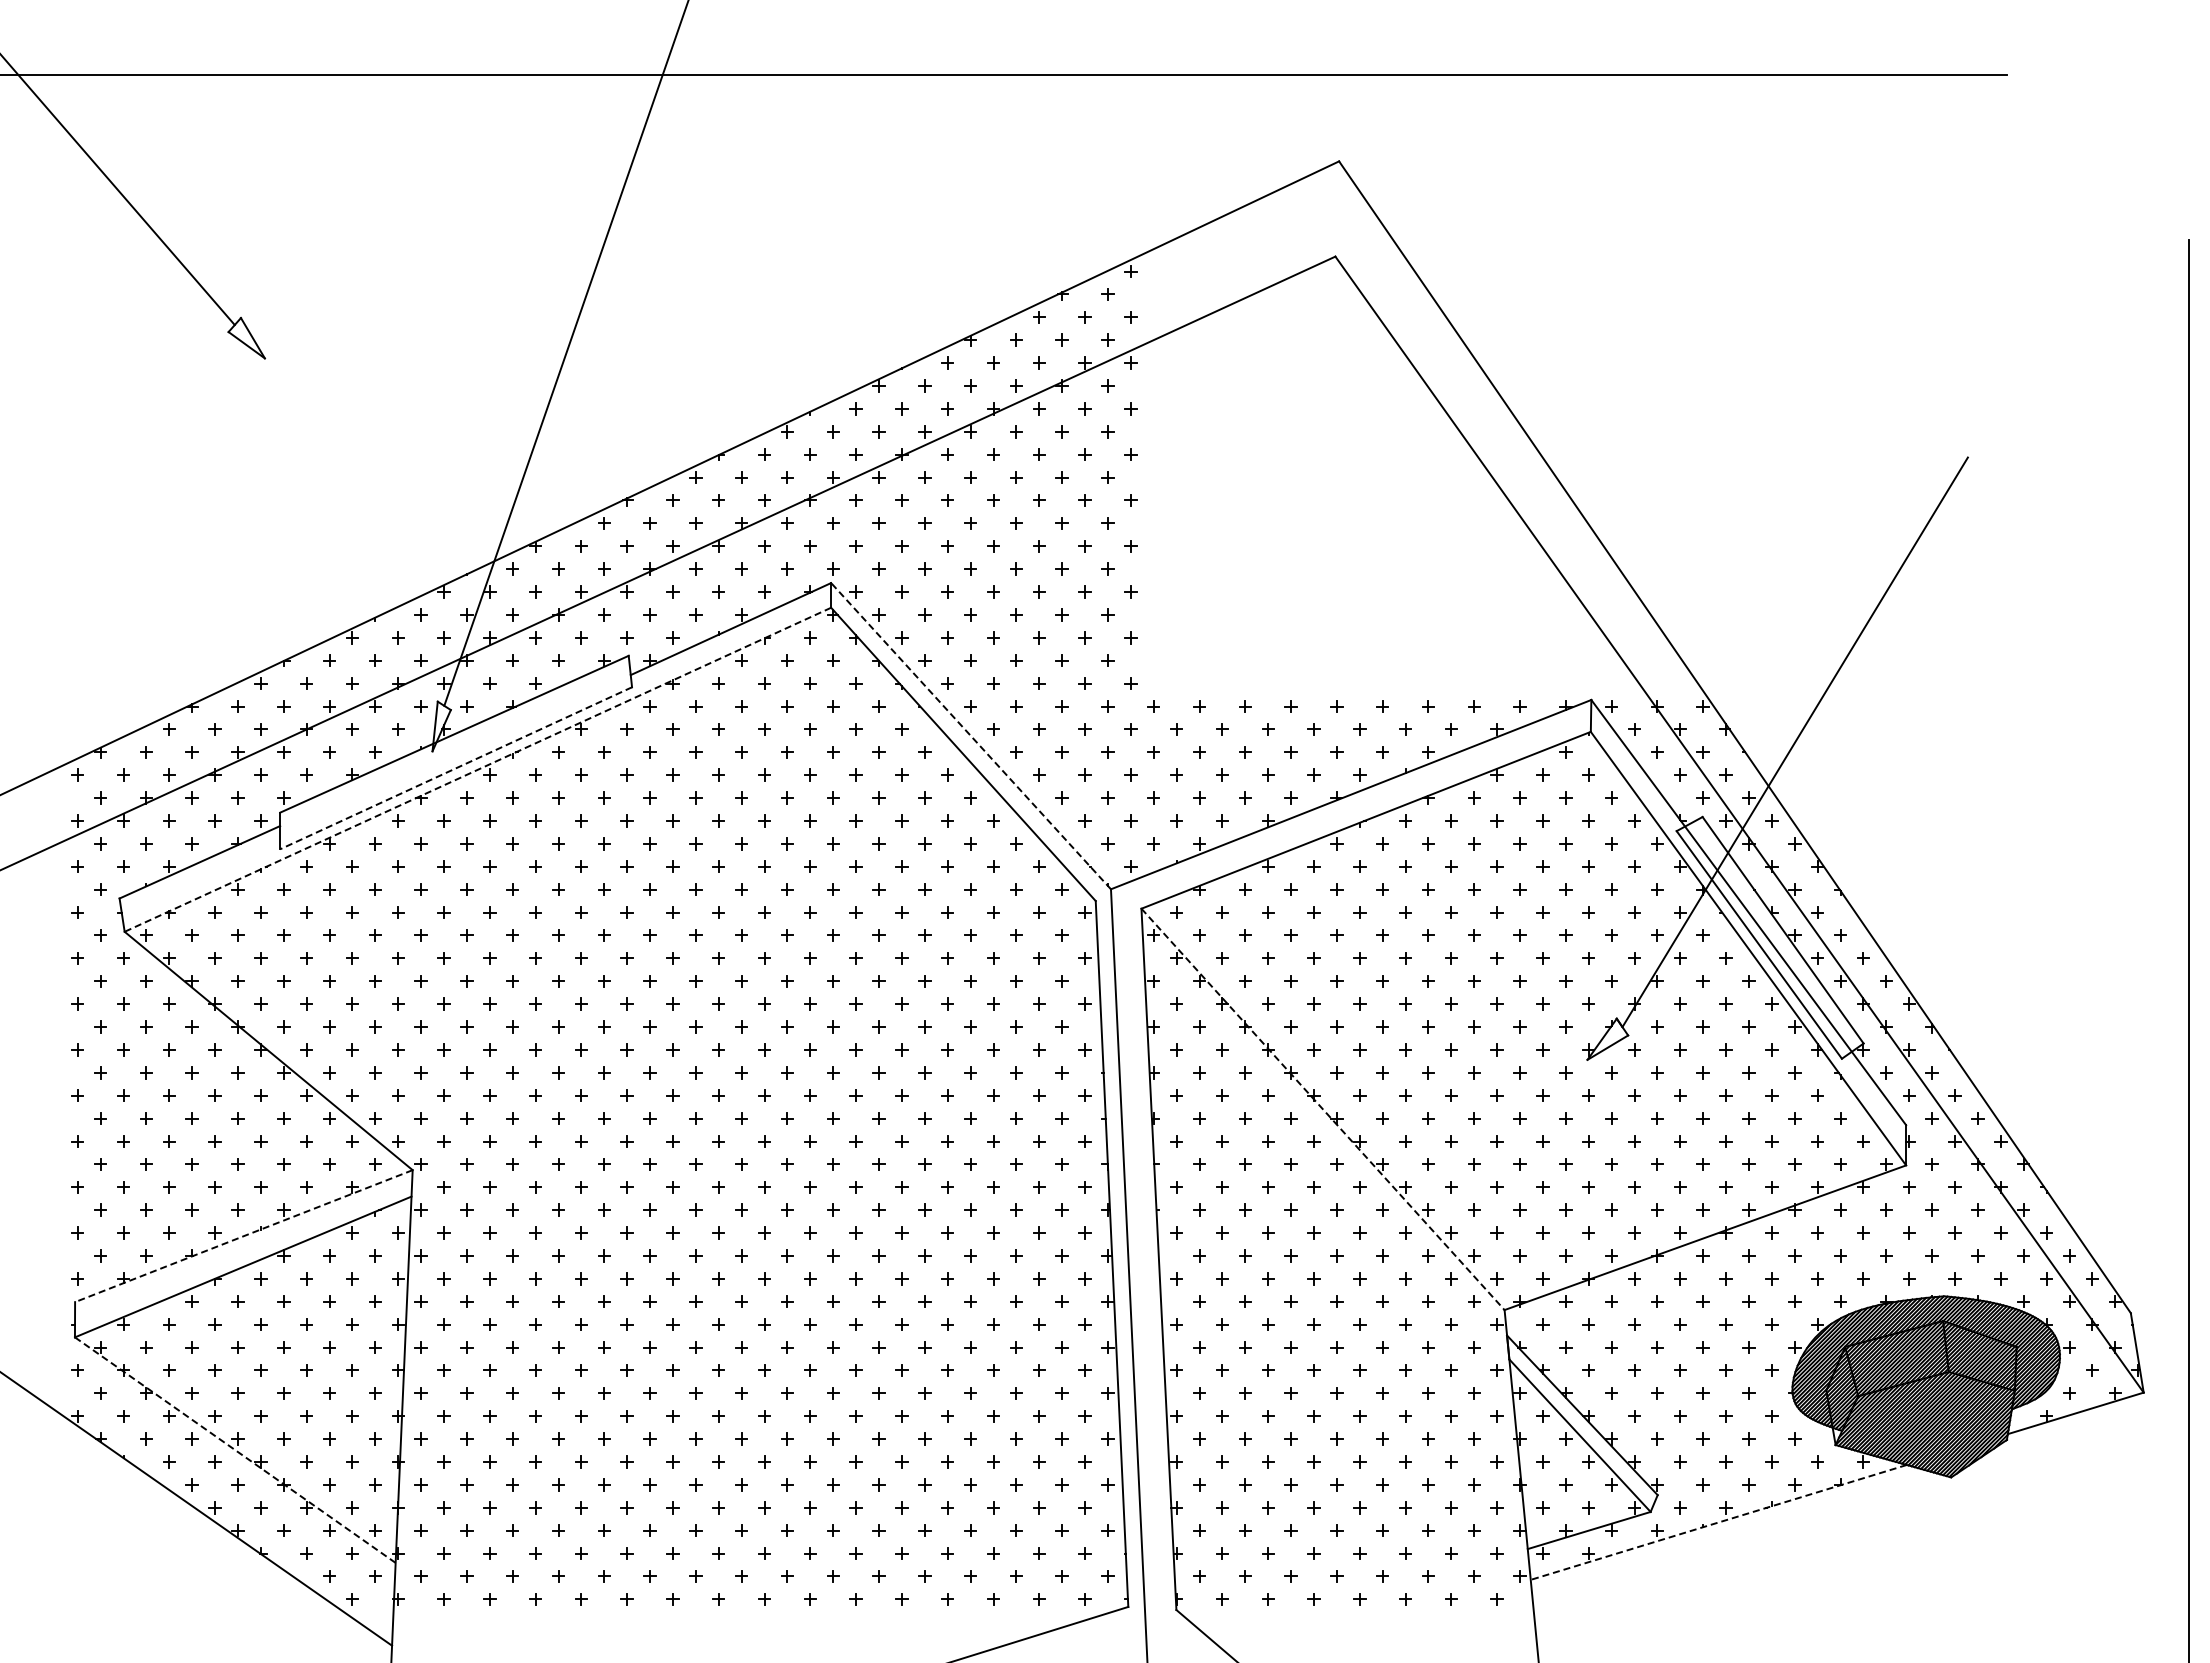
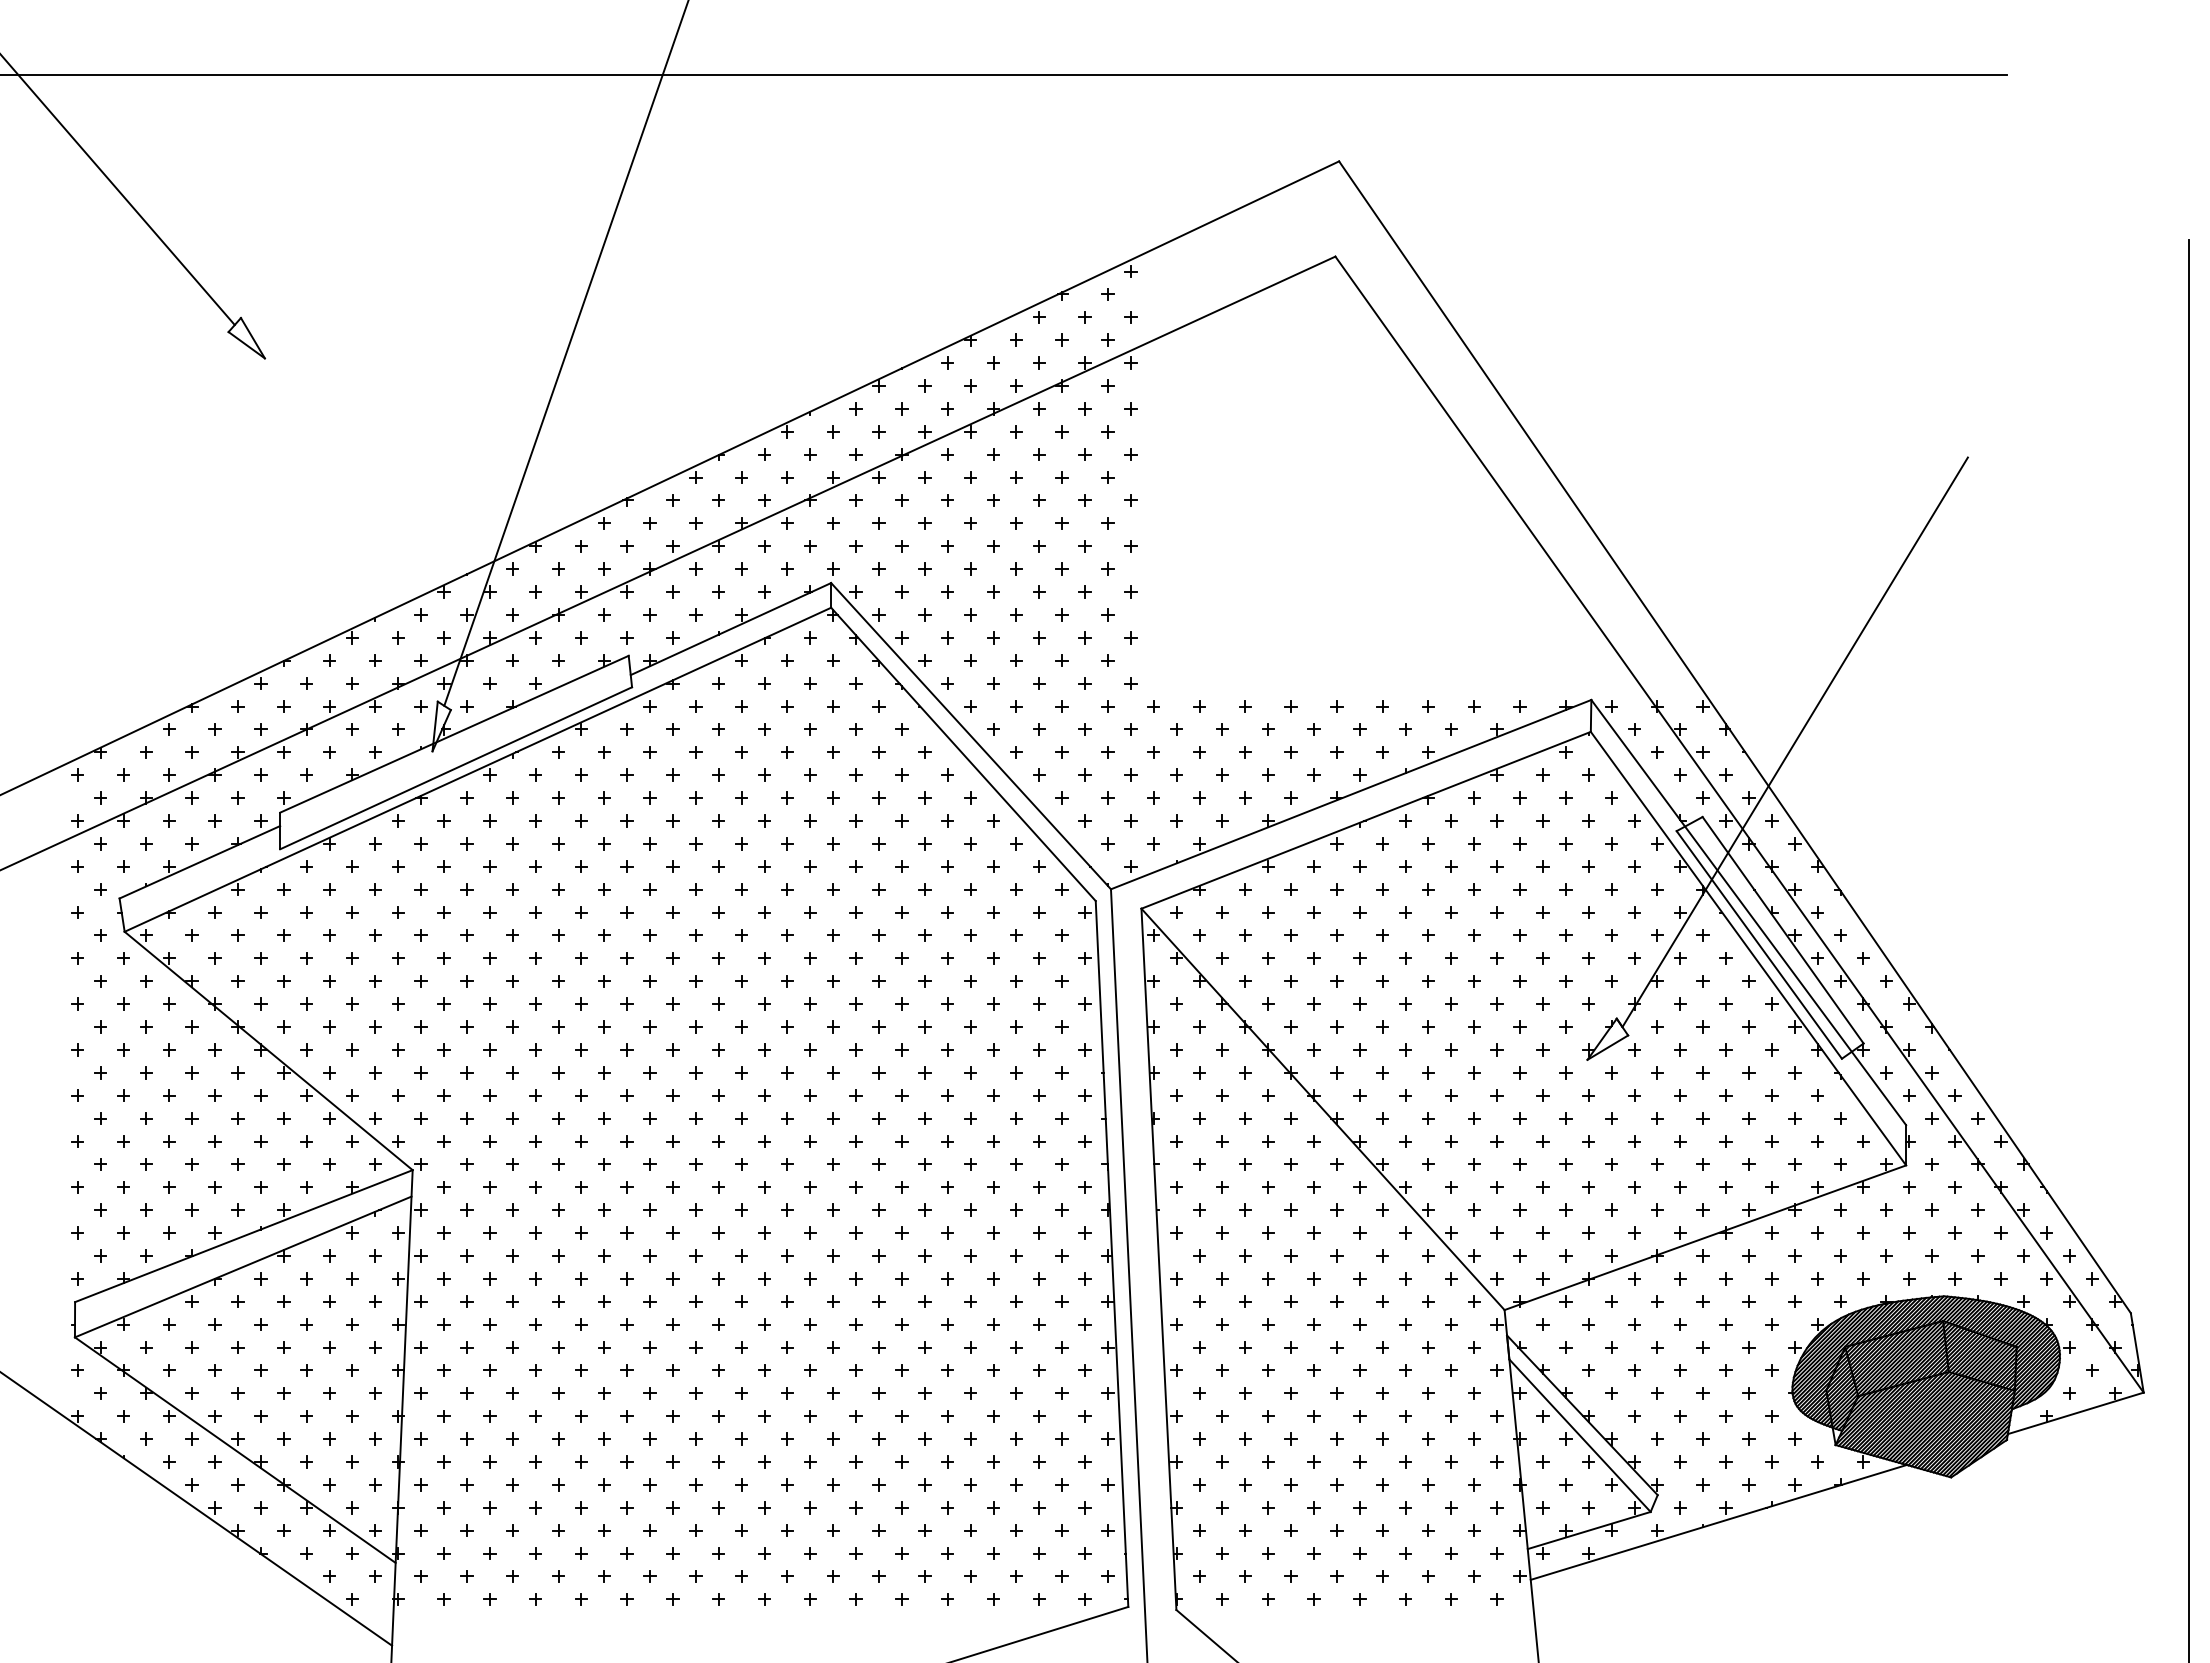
line at (970, 735): dashed -> solid
line at (456, 768): dashed -> solid
line at (477, 769): dashed -> solid
line at (1323, 1109): dashed -> solid
line at (243, 1236): dashed -> solid
line at (235, 1450): dashed -> solid
line at (1718, 1522): dashed -> solid
